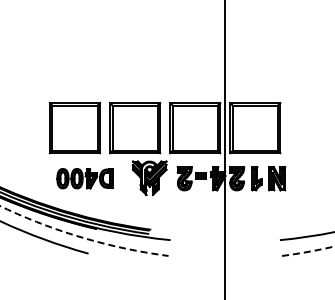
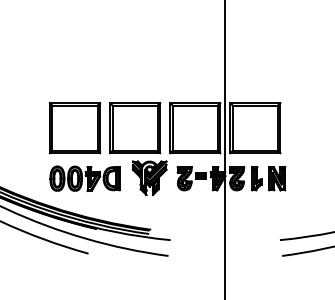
part at (84, 178) size: 58x22 px -> 72x27 px
arc at (84, 238): dashed -> solid
arc at (308, 251): dashed -> solid
